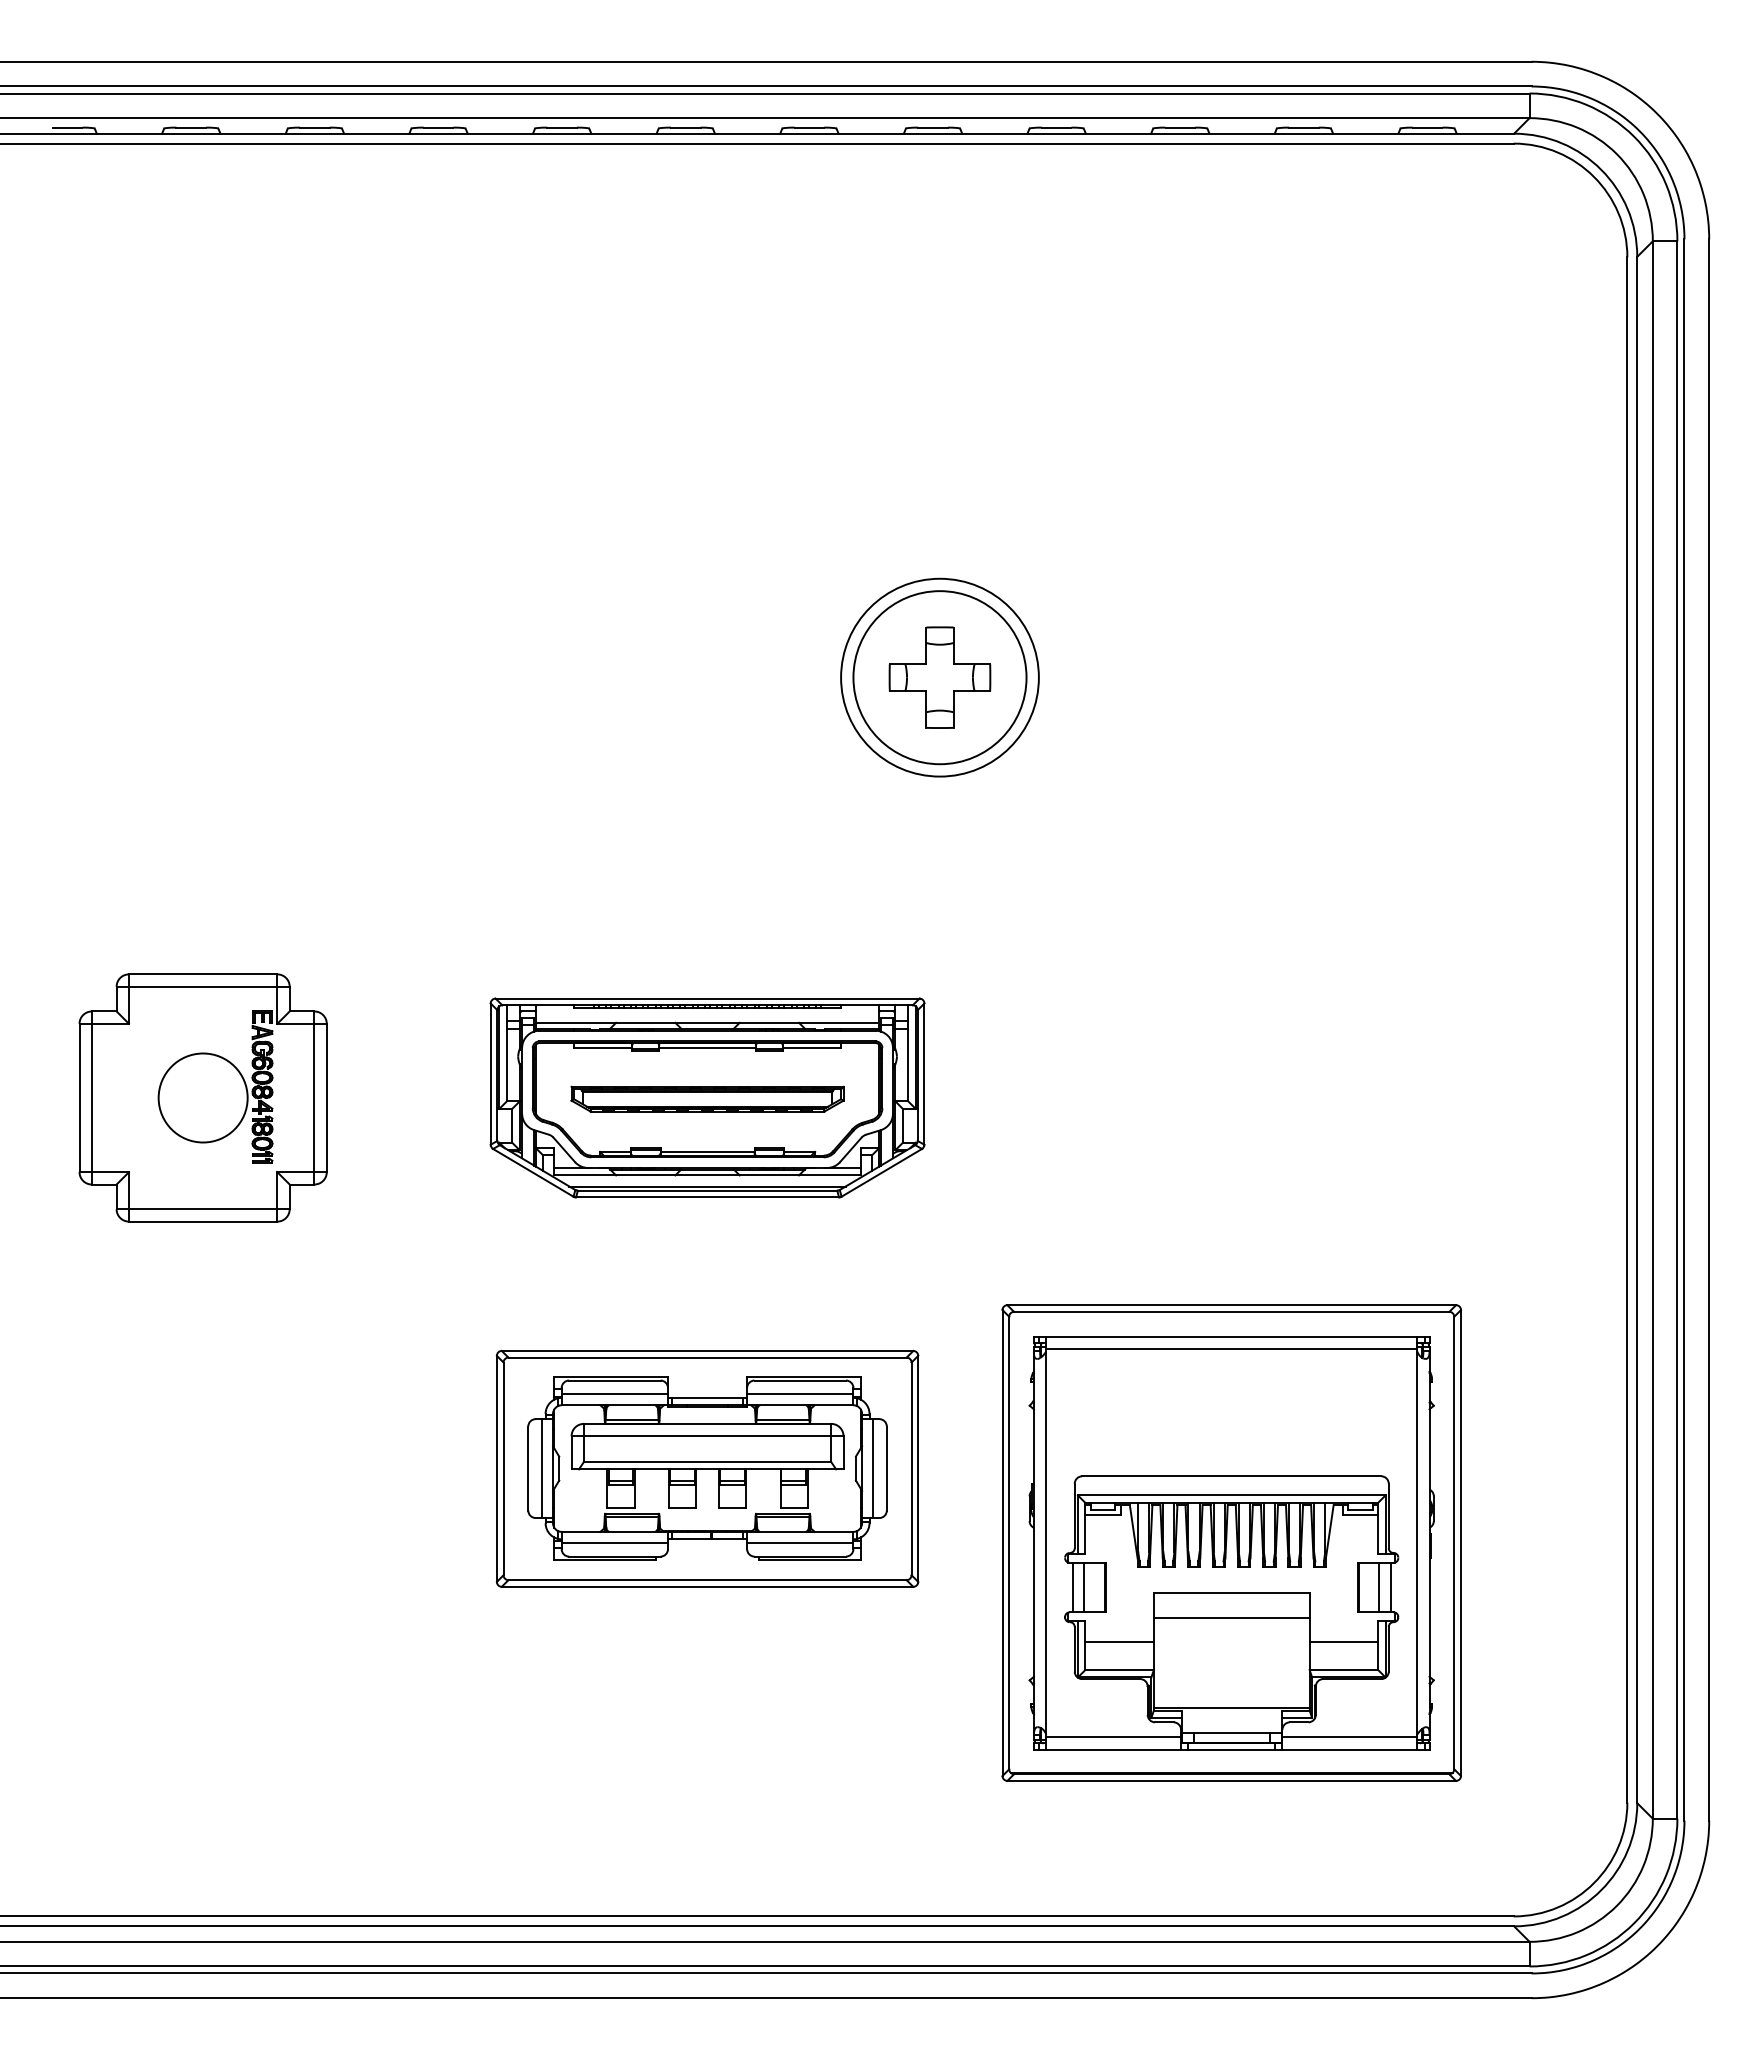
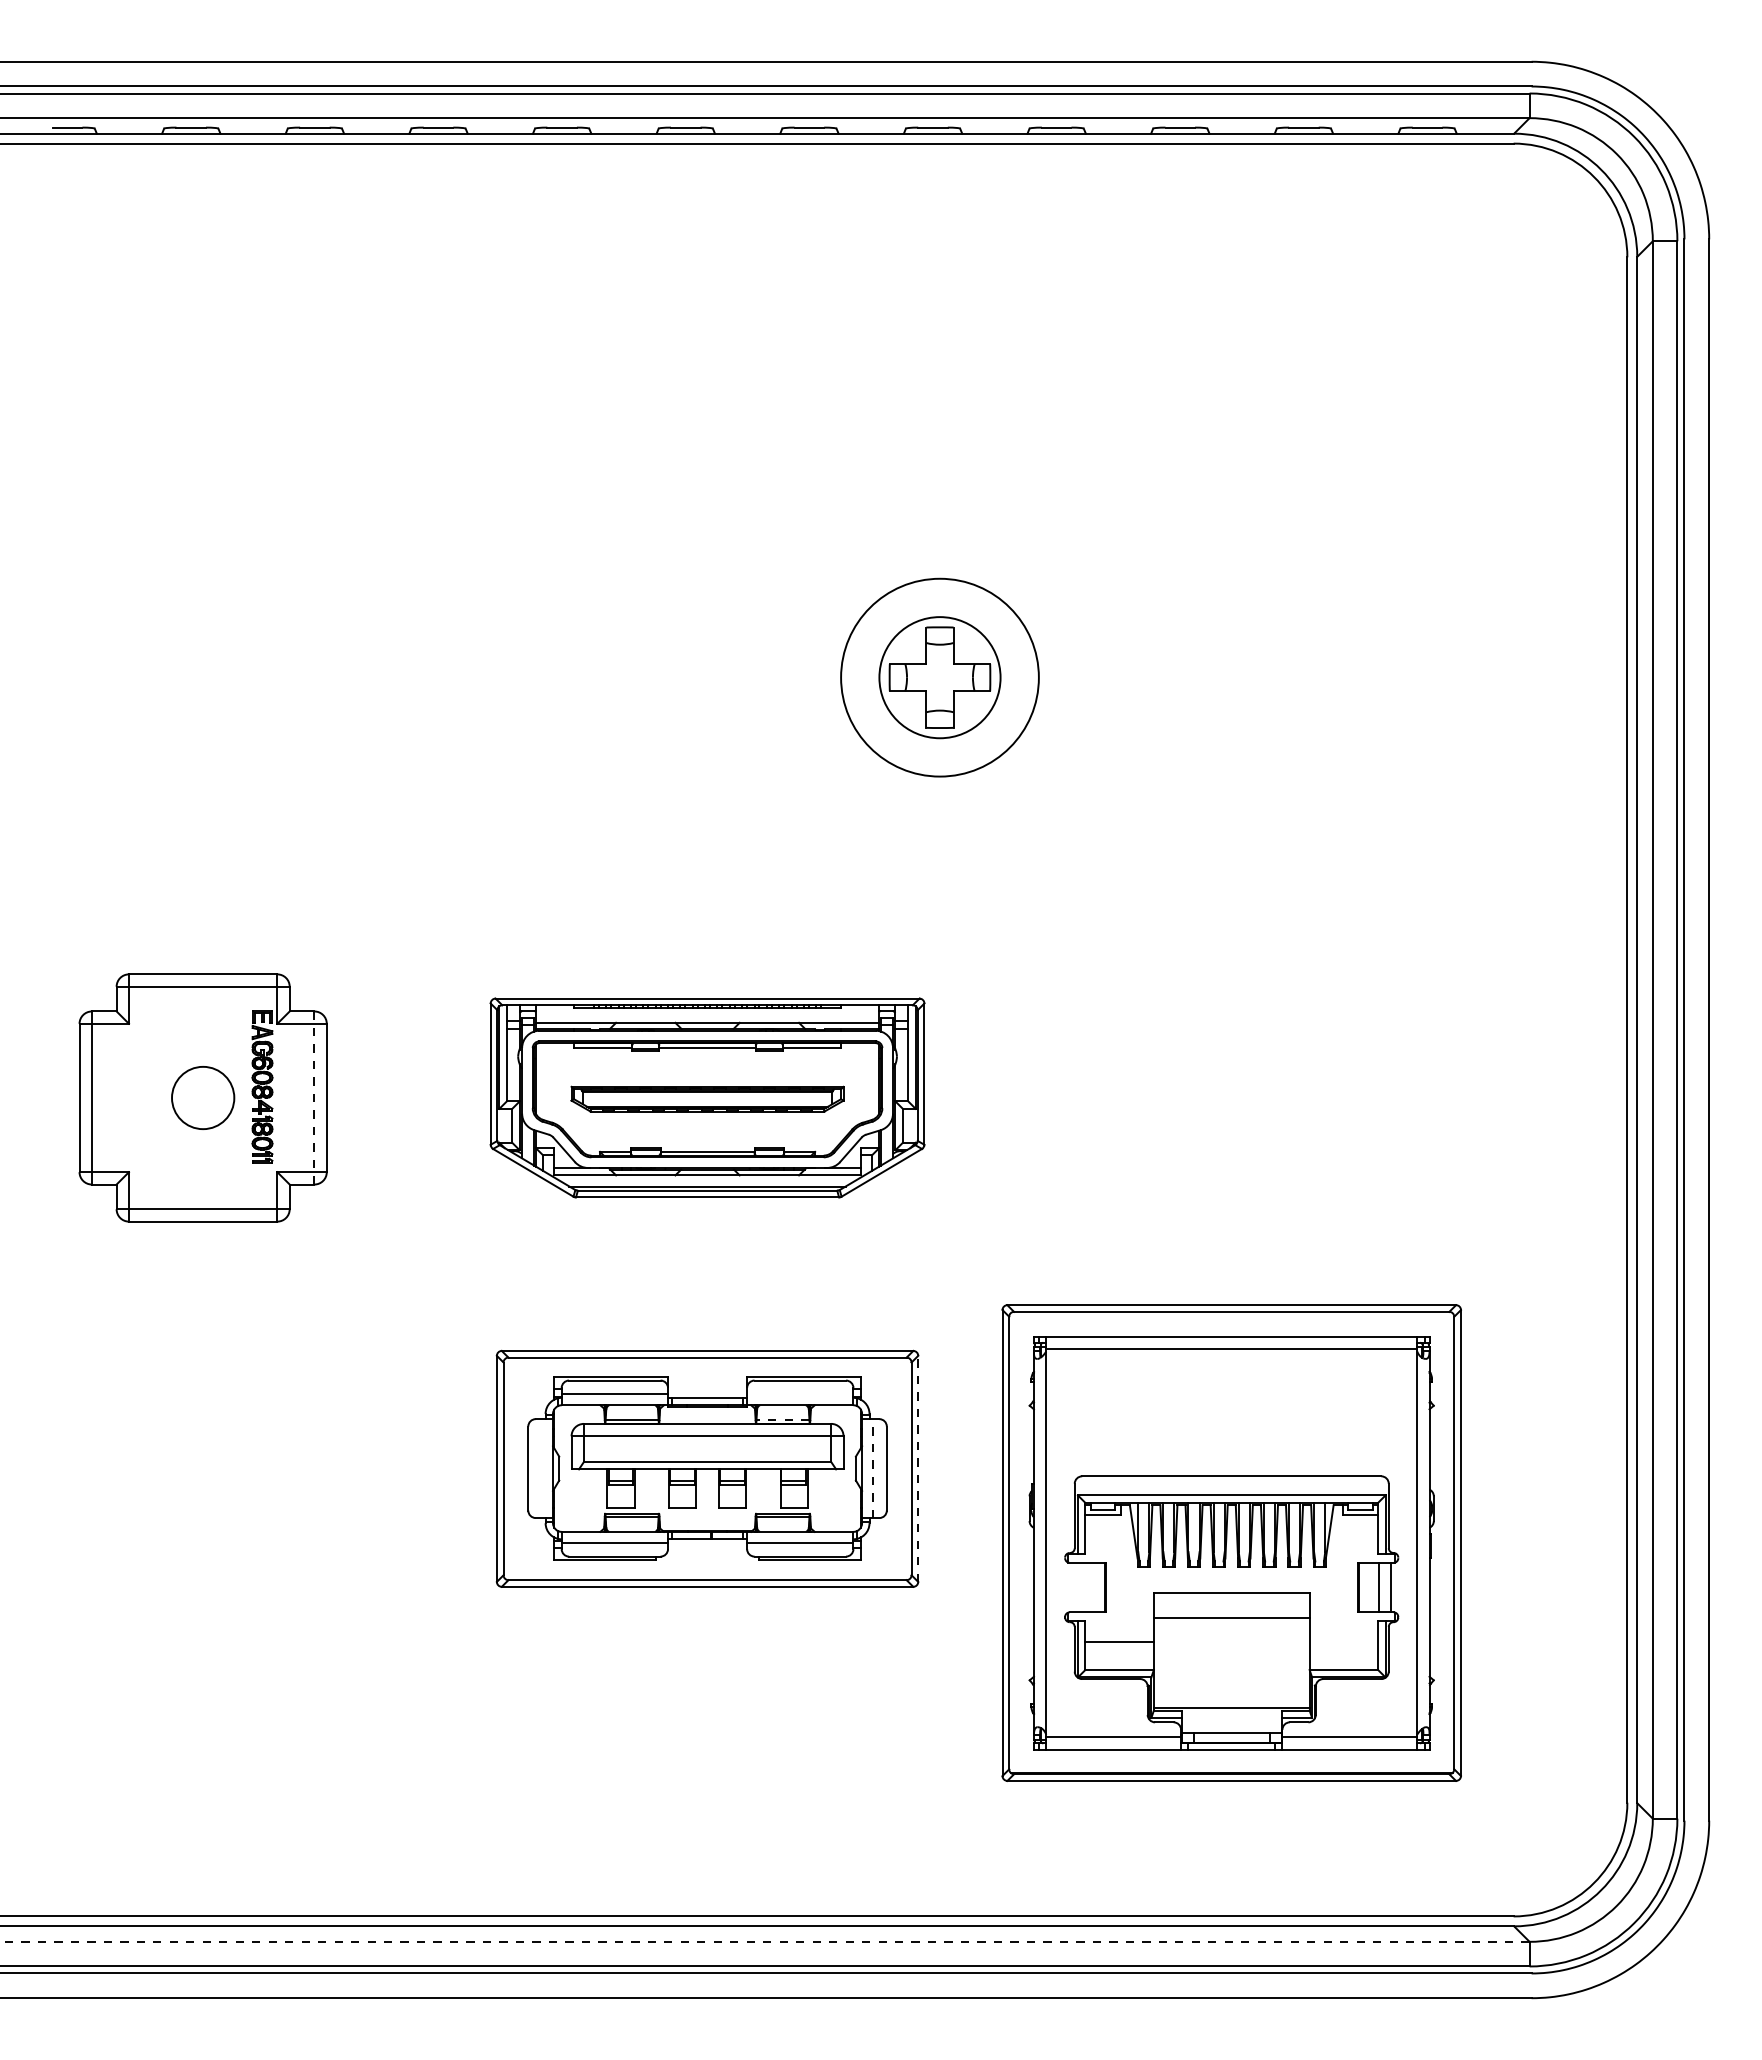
circle at (939, 677) diameter: 173 px -> 121 px
circle at (202, 1097) diameter: 89 px -> 62 px
line at (314, 1098): solid -> dashed
line at (800, 1394): present -> none
line at (782, 1419): solid -> dashed
line at (541, 1468): present -> none
line at (873, 1468): solid -> dashed
line at (918, 1468): solid -> dashed
line at (1072, 1587): present -> none
line at (1084, 1587): present -> none
line at (1343, 1641): present -> none
line at (764, 1941): solid -> dashed
